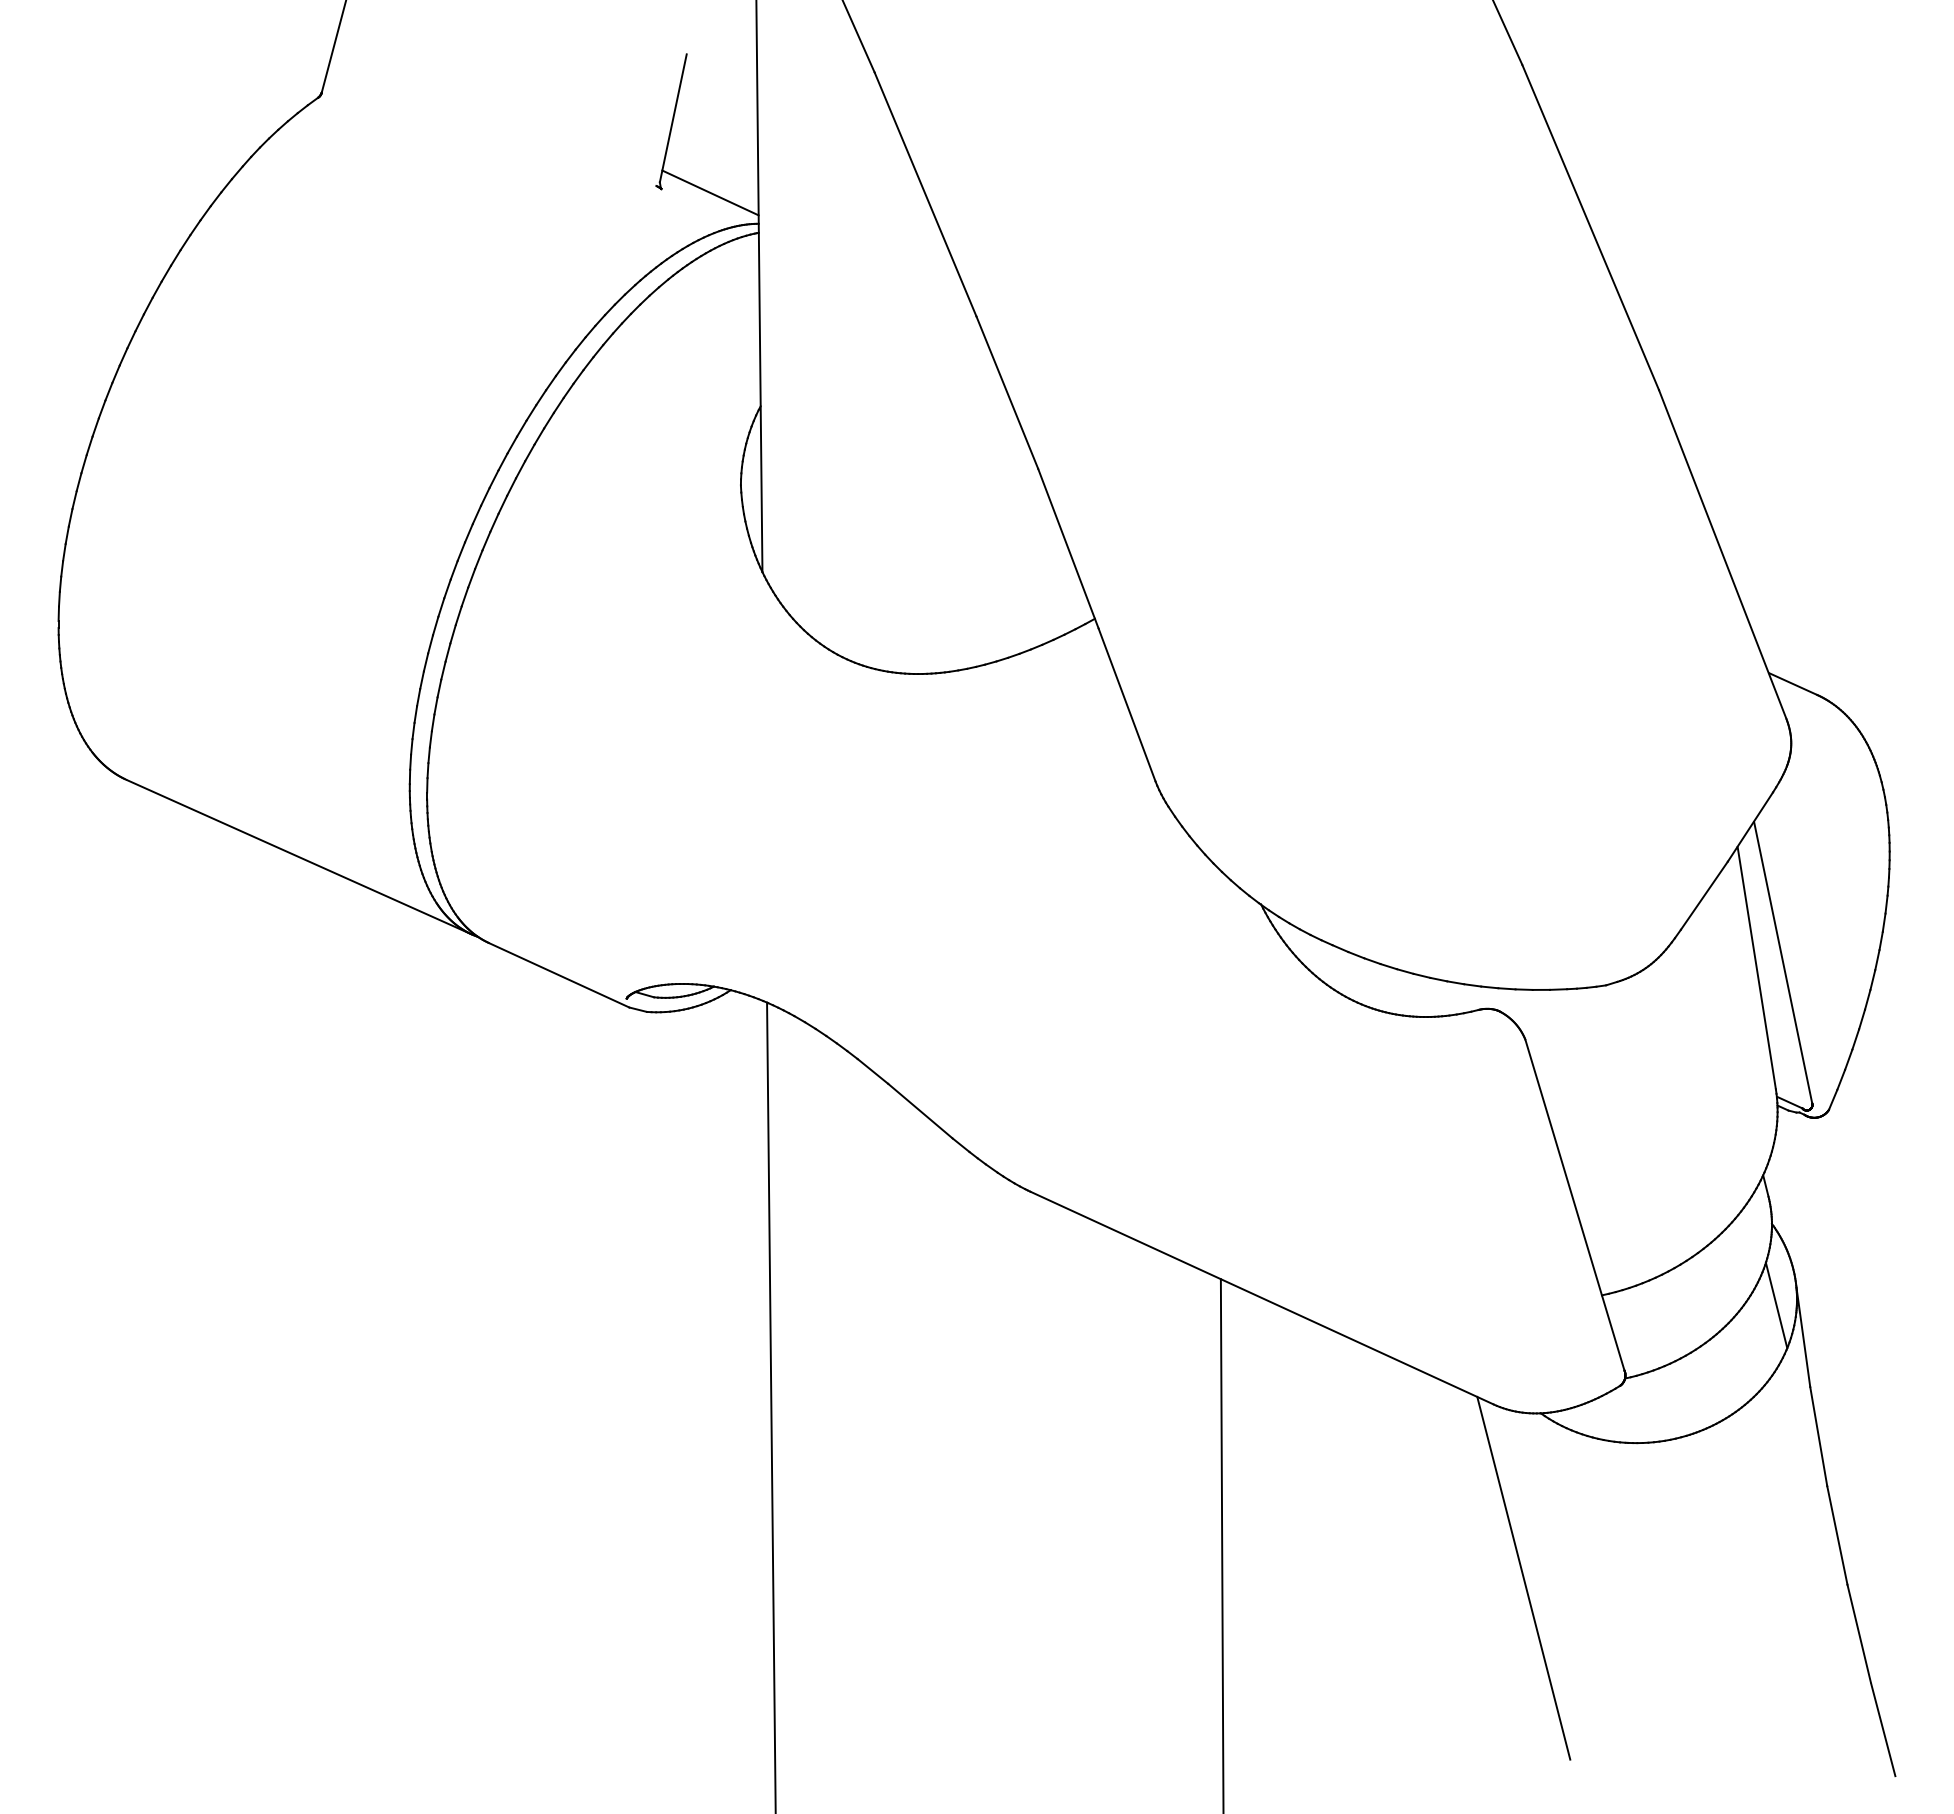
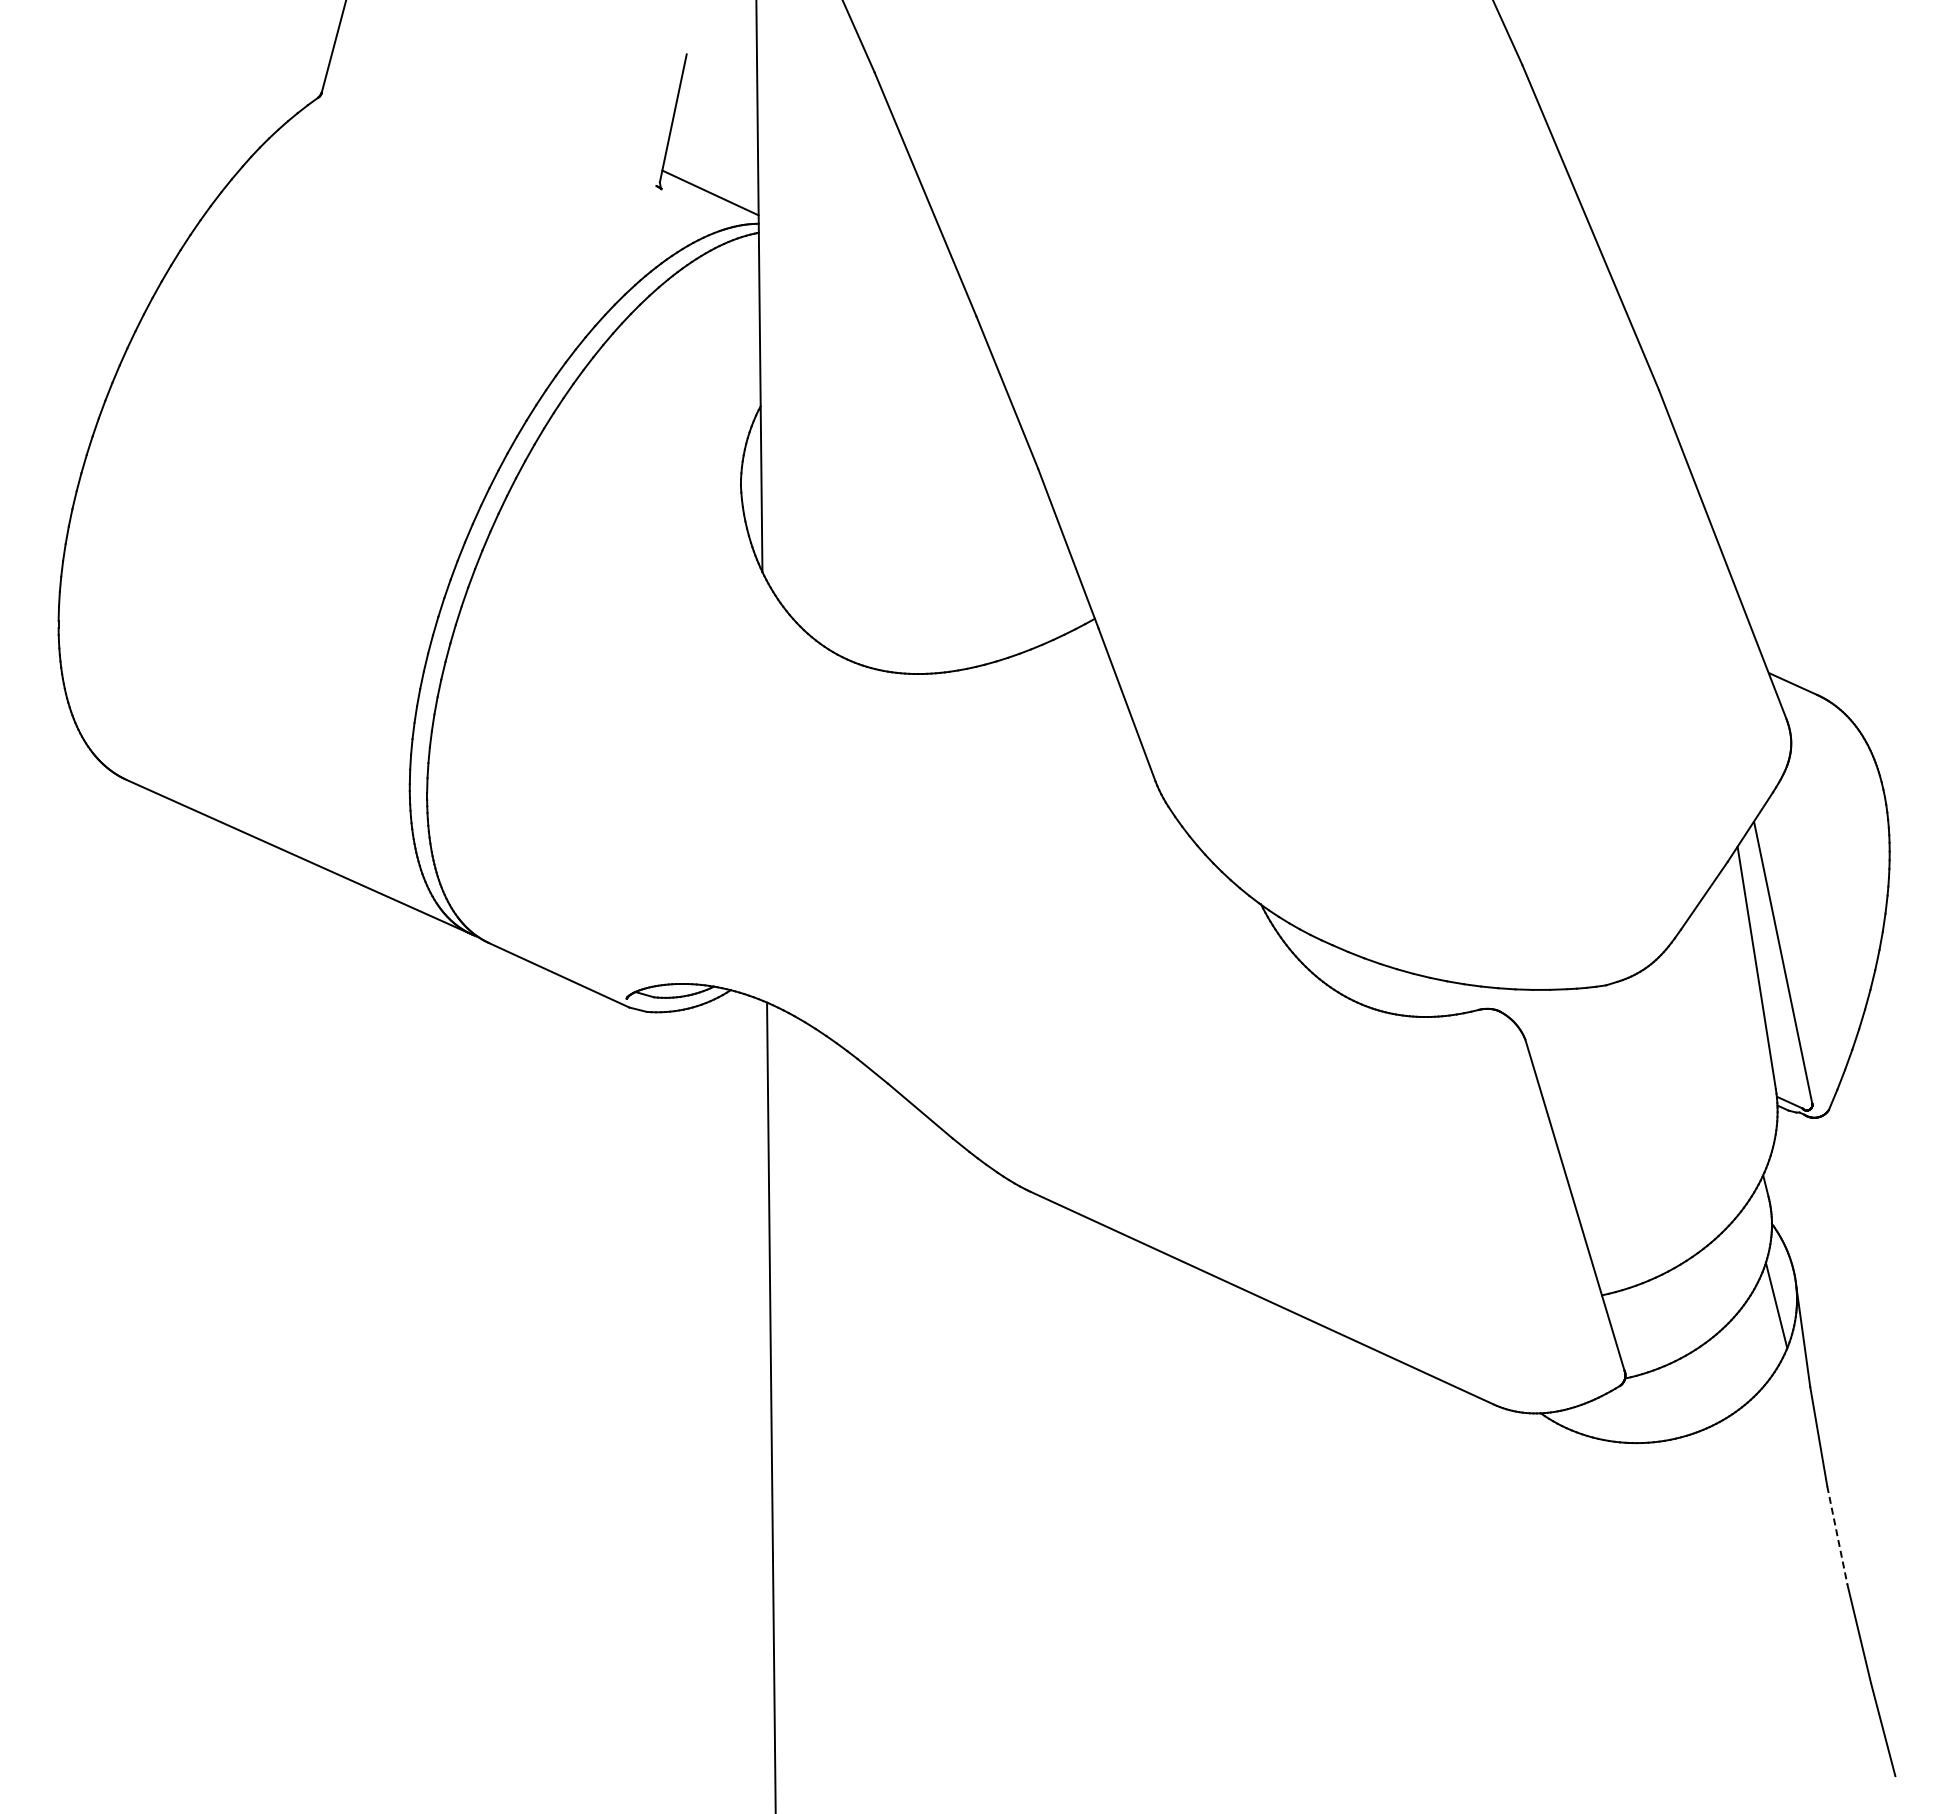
line at (1837, 1535): solid -> dashed
line at (1221, 1544): present -> none
line at (1523, 1577): present -> none
